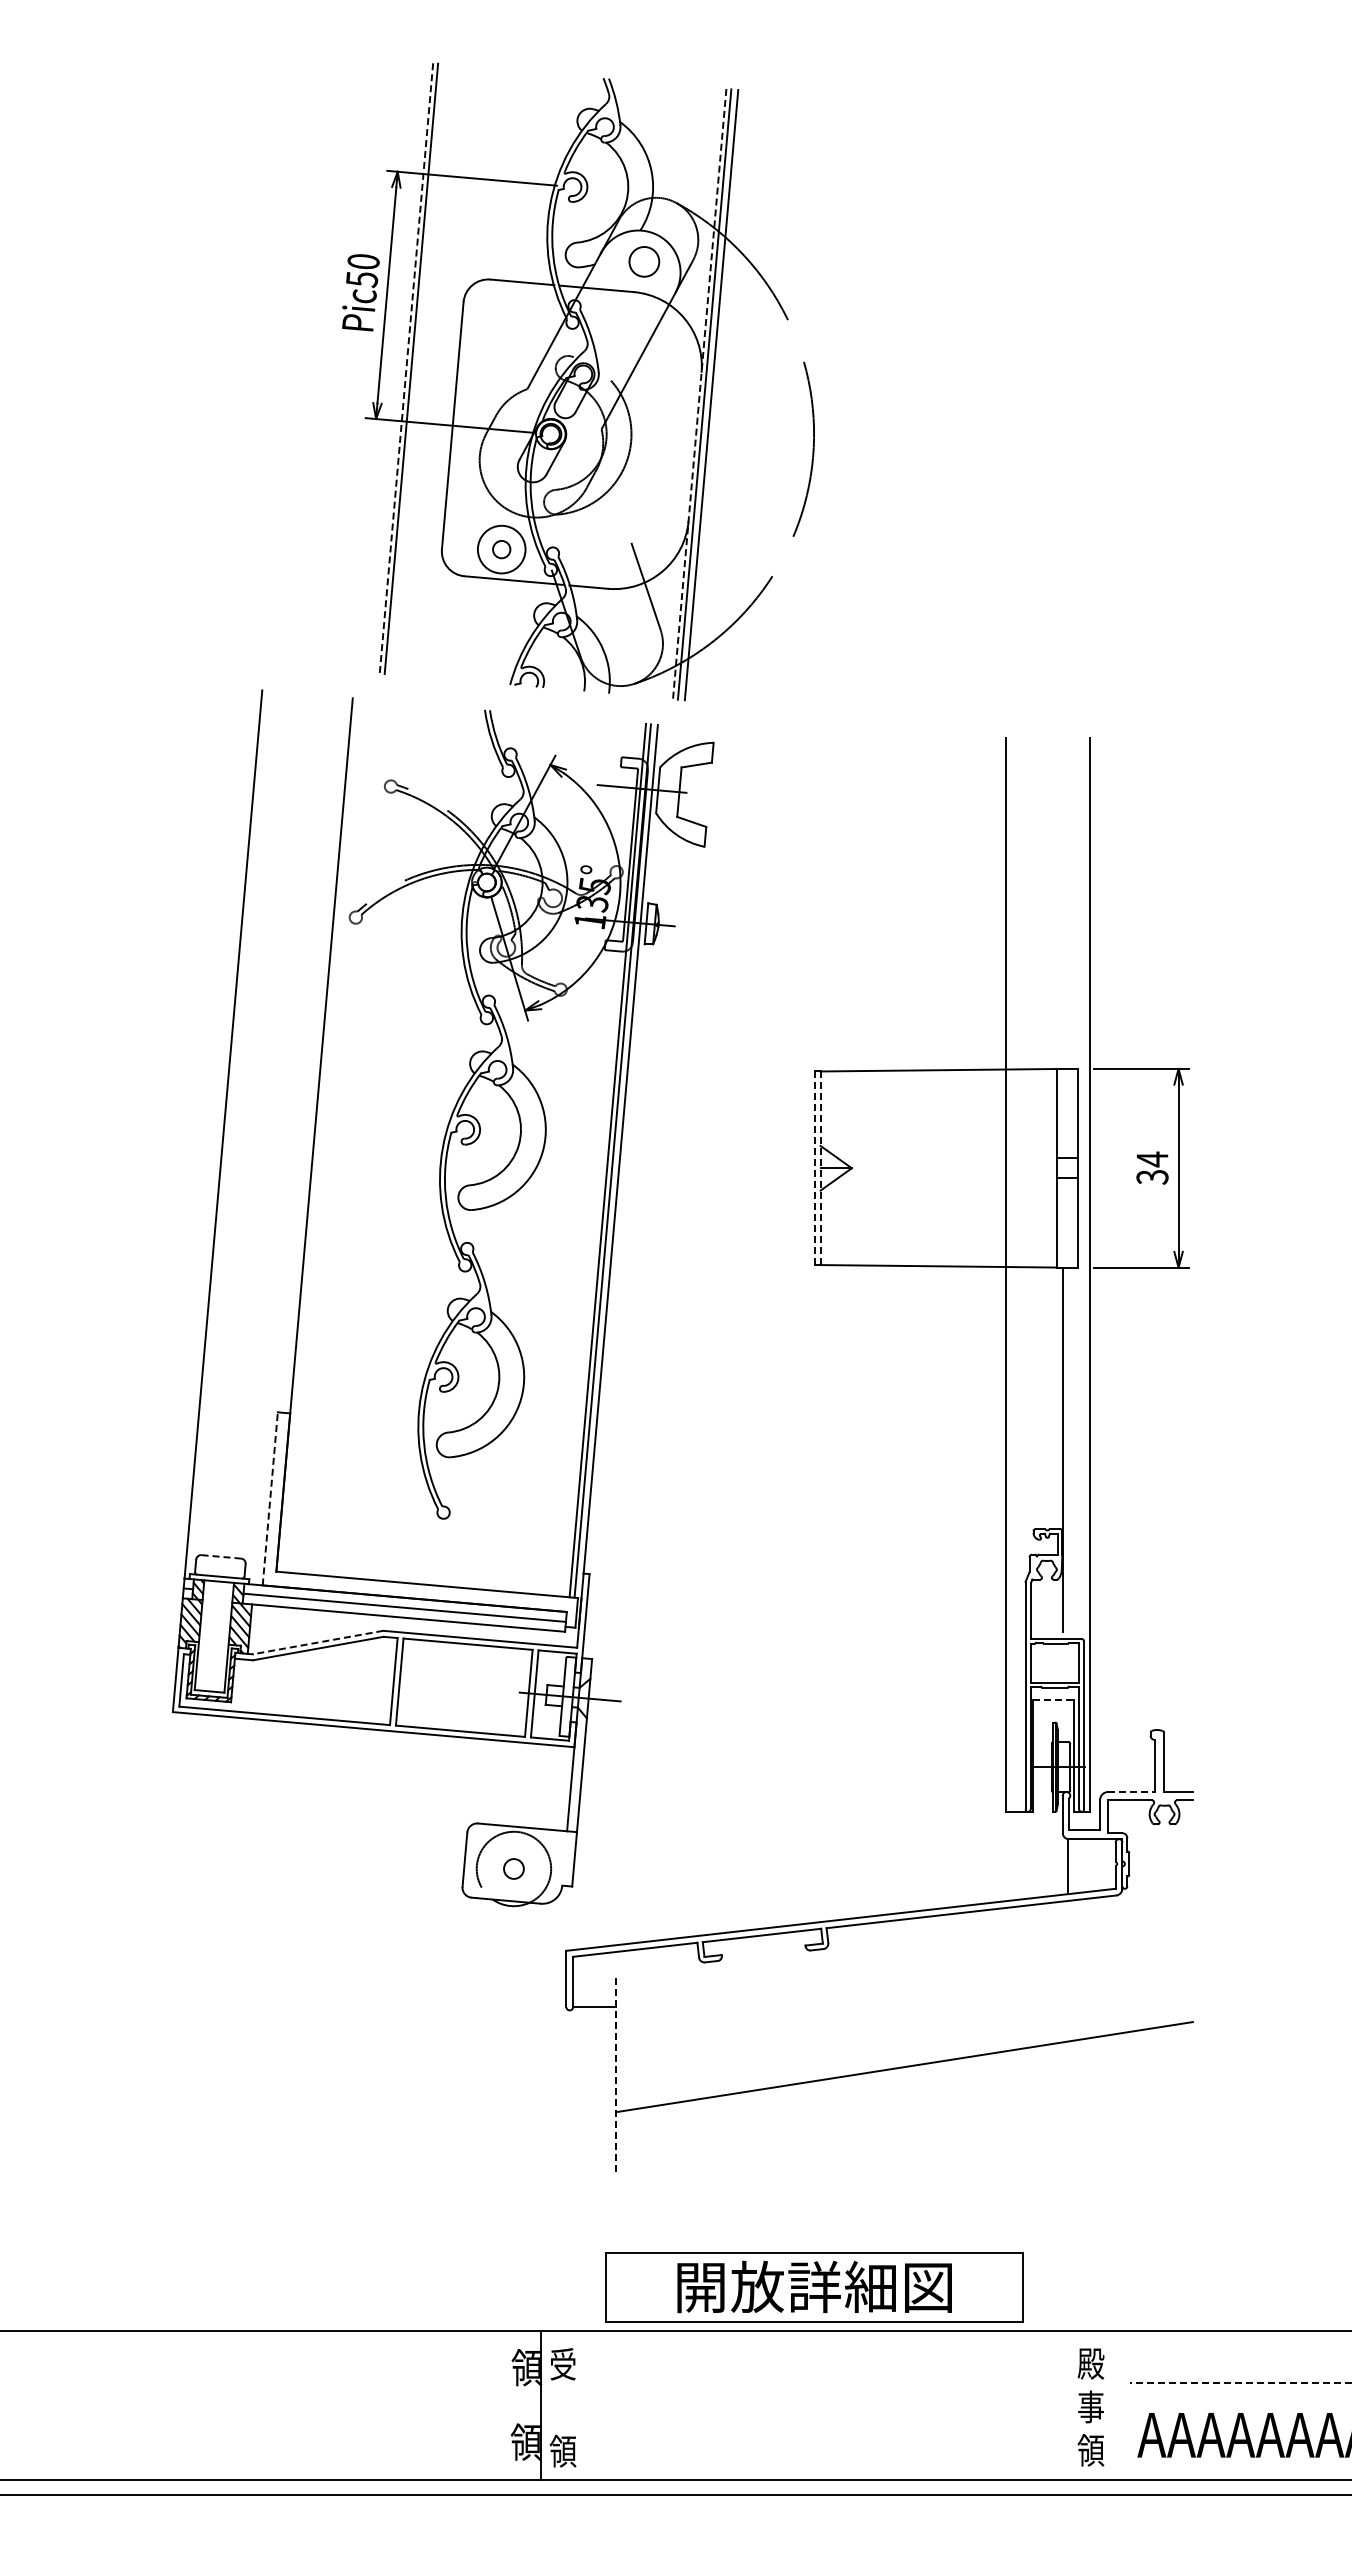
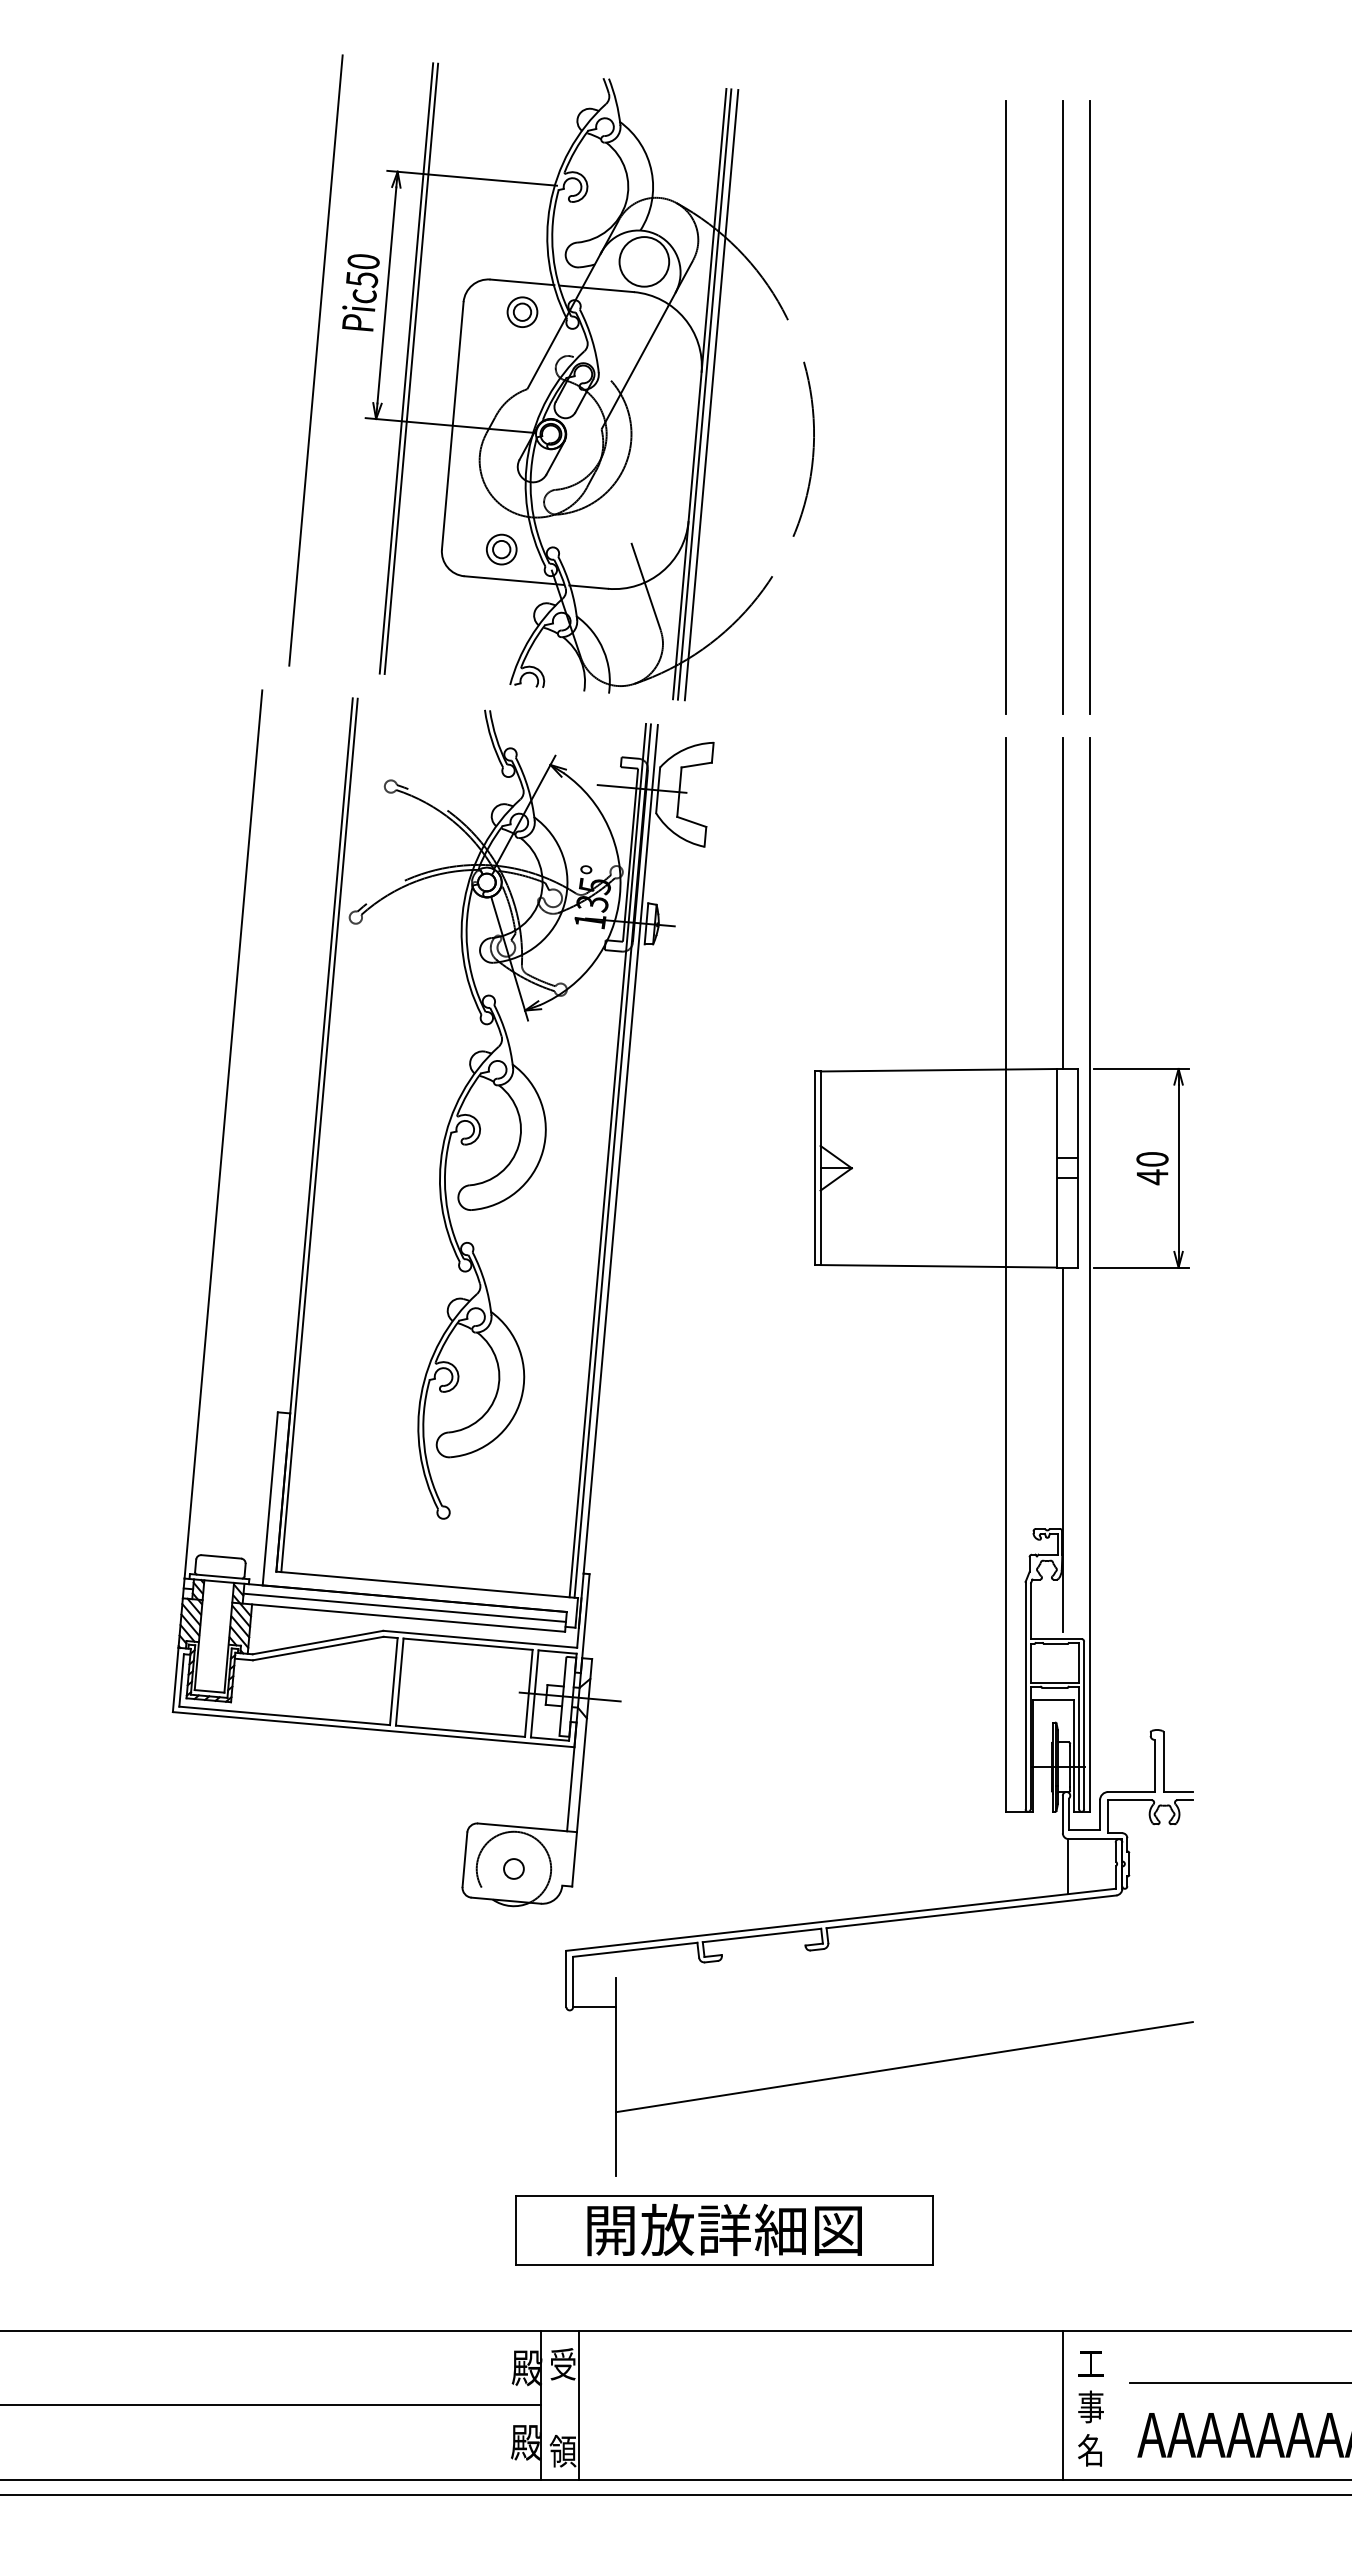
circle at (644, 261) diameter: 30 px -> 50 px
part at (522, 311): none -> present
line at (315, 360): none -> present
line at (406, 368): dashed -> solid
line at (699, 394): dashed -> solid
line at (1005, 406): none -> present
line at (1062, 406): none -> present
line at (1090, 406): none -> present
circle at (501, 549) diameter: 48 px -> 30 px
line at (1062, 903): none -> present
line at (319, 1135): none -> present
line at (814, 1168): dashed -> solid
line at (820, 1168): dashed -> solid
text at (1152, 1168): 34 -> 40
line at (270, 1498): dashed -> solid
line at (221, 1556): dashed -> solid
line at (317, 1642): dashed -> solid
line at (1053, 1700): dashed -> solid
line at (1131, 1792): dashed -> solid
line at (616, 2076): dashed -> solid
part at (814, 2287) position: (814, 2287) -> (724, 2230)
text at (1090, 2363): 殿 -> 工
text at (526, 2367): 領 -> 殿
line at (1240, 2383): dashed -> solid
line at (271, 2405): none -> present
line at (578, 2405): none -> present
line at (1062, 2405): none -> present
text at (524, 2441): 領 -> 殿
text at (1090, 2450): 領 -> 名
